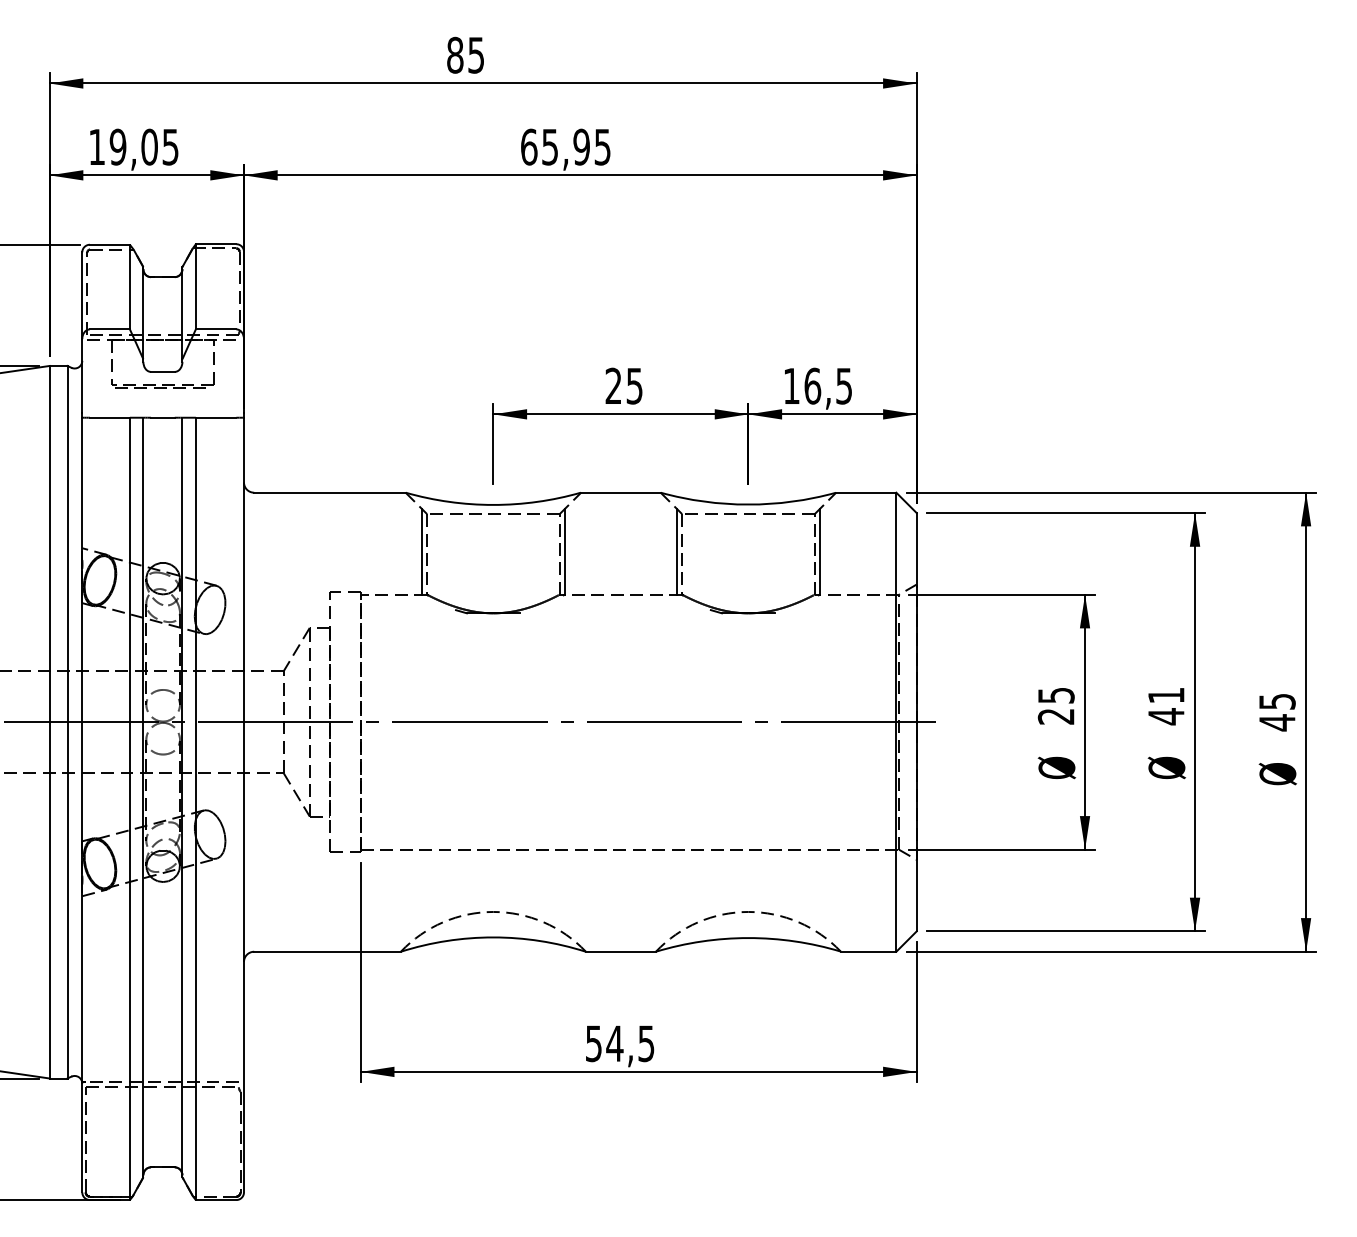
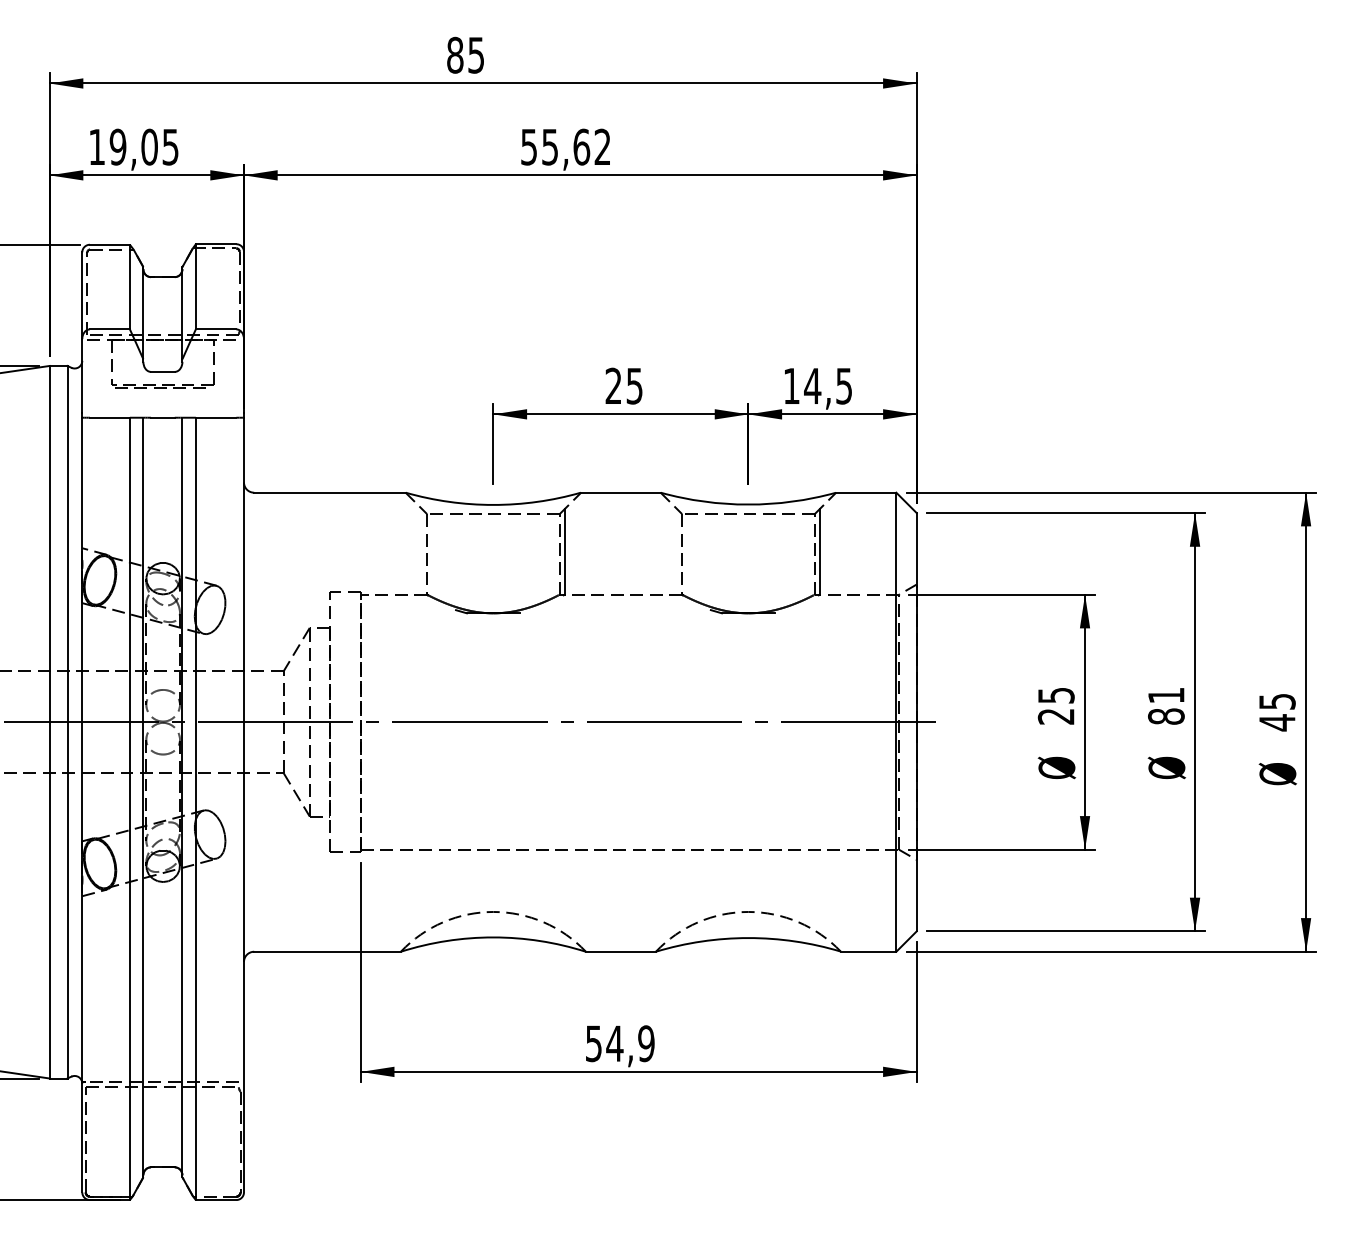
text at (565, 146): 65,95 -> 55,62
text at (812, 385): 16,5 -> 14,5
line at (422, 552): present -> none
line at (677, 552): present -> none
text at (1166, 716): 41 -> 81
text at (646, 1043): 54,5 -> 54,9
